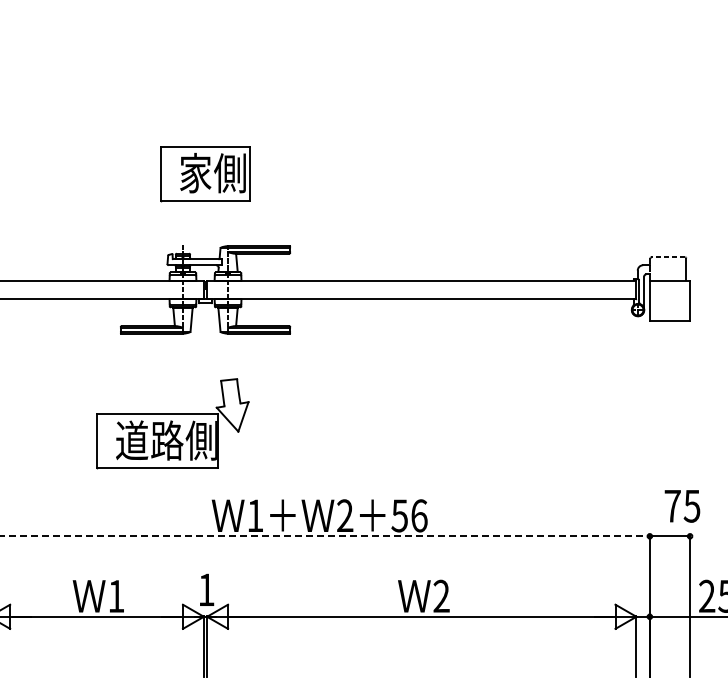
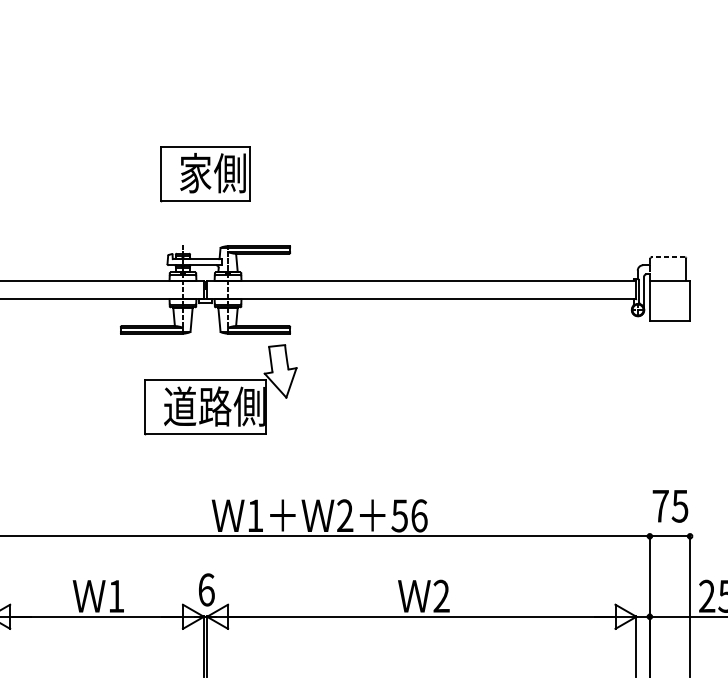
part at (172, 423) position: (172, 423) -> (220, 389)
text at (682, 506) position: (682, 506) -> (670, 506)
line at (325, 536): dashed -> solid
text at (206, 589): 1 -> 6
